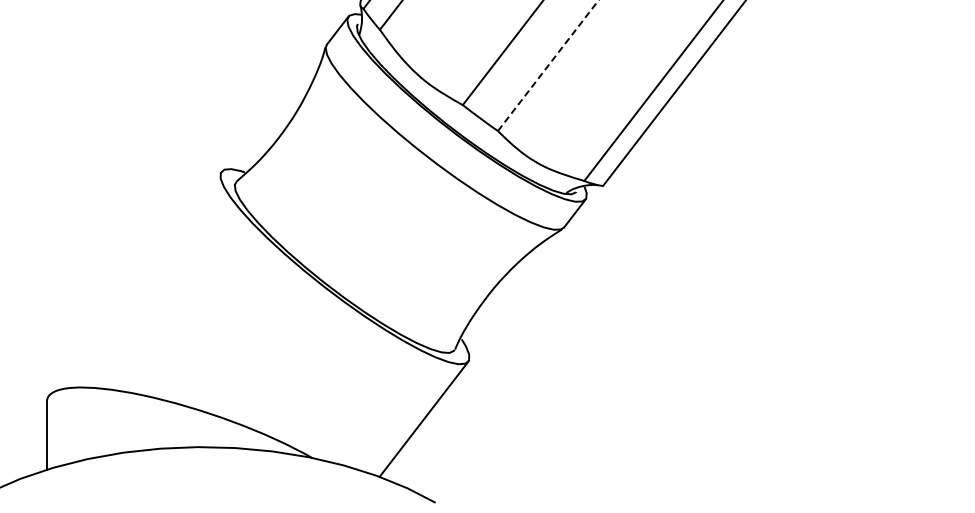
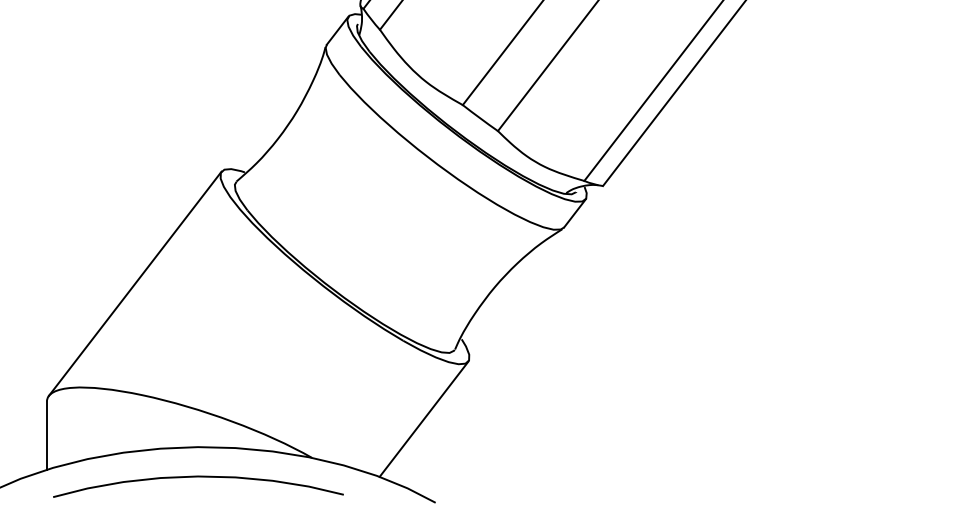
line at (548, 65): dashed -> solid
line at (134, 283): none -> present
curve at (198, 477): none -> present
